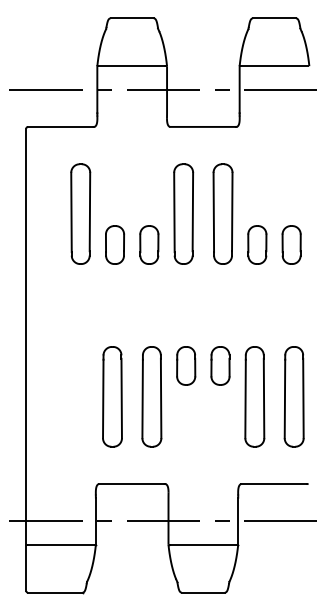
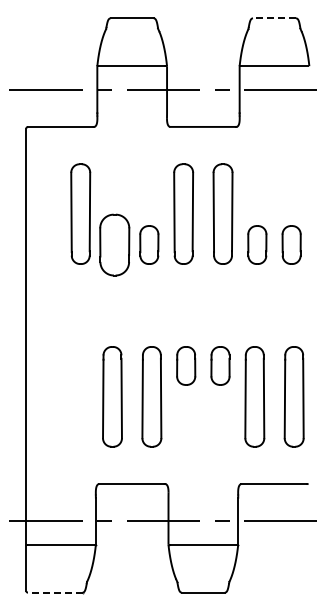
line at (274, 18): solid -> dashed
part at (115, 244) size: 21x40 px -> 32x64 px
line at (54, 592): solid -> dashed
